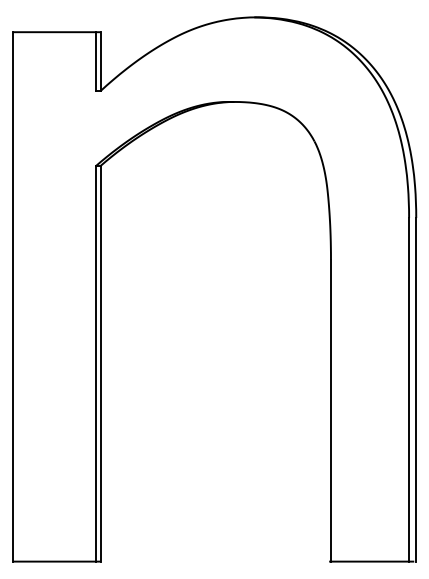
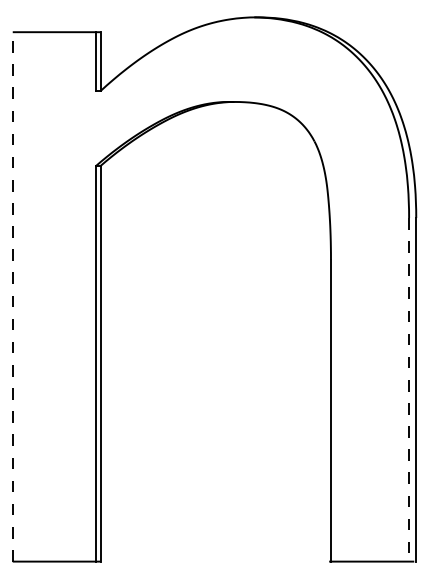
line at (12, 296): solid -> dashed
line at (409, 389): solid -> dashed
